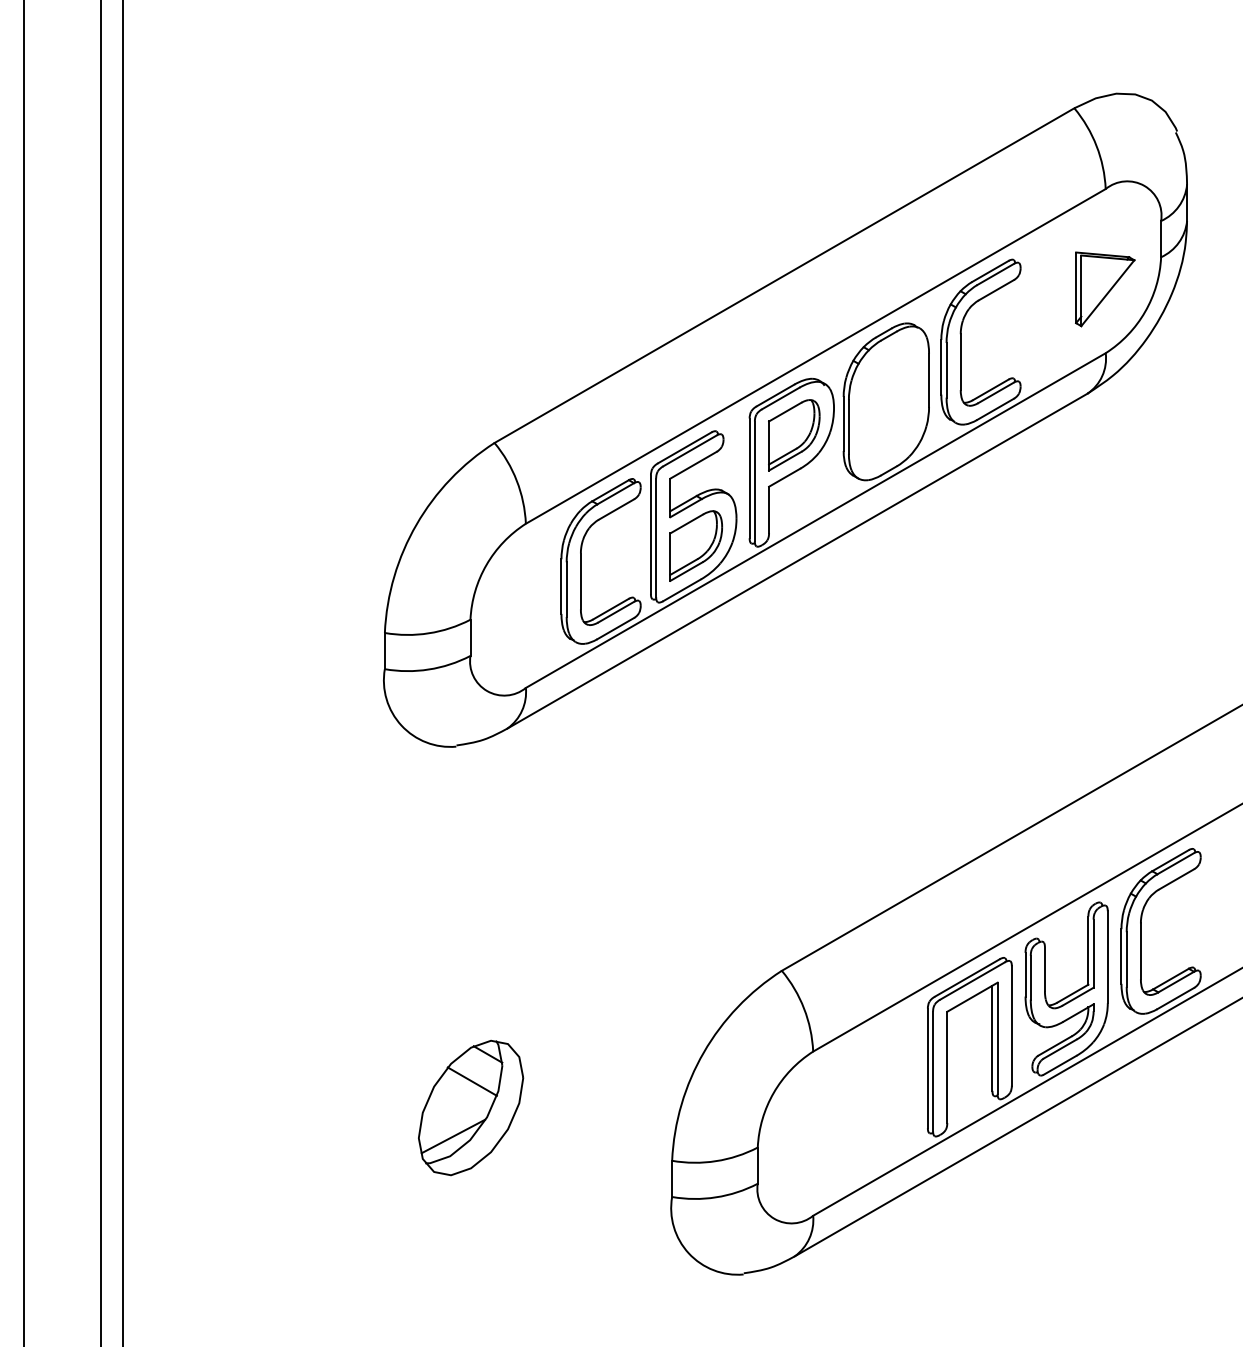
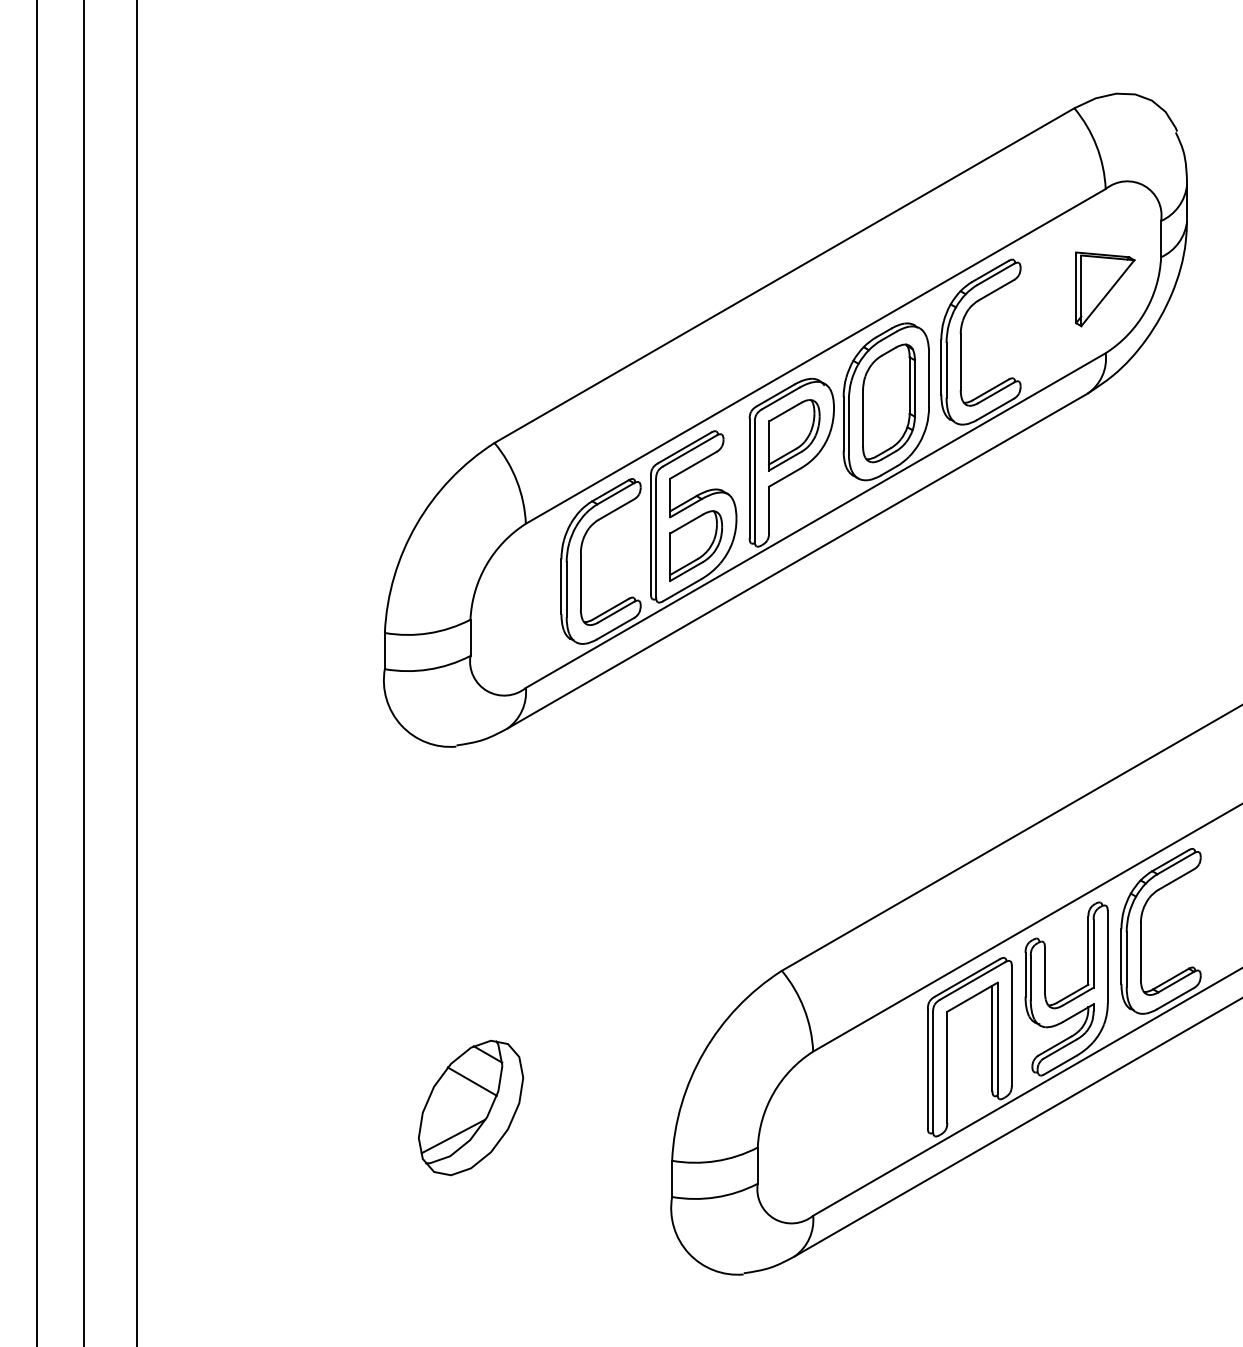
part at (888, 403): none -> present
line at (24, 672) position: (24, 672) -> (37, 672)
line at (100, 672) position: (100, 672) -> (83, 672)
line at (122, 672) position: (122, 672) -> (136, 672)
